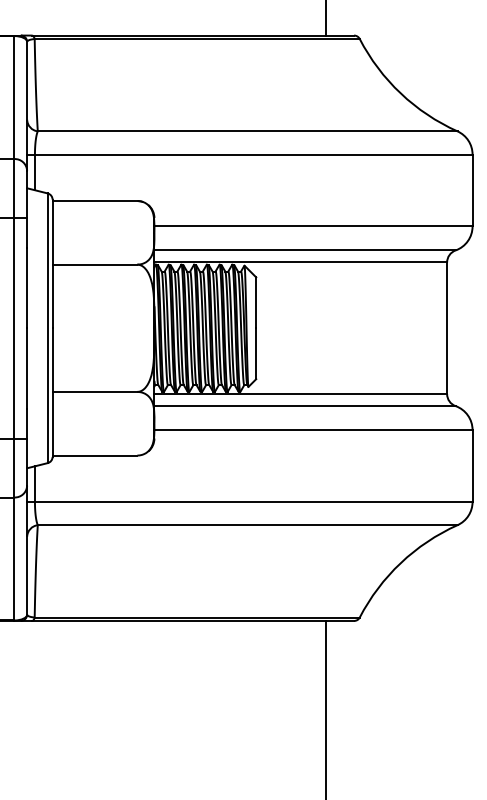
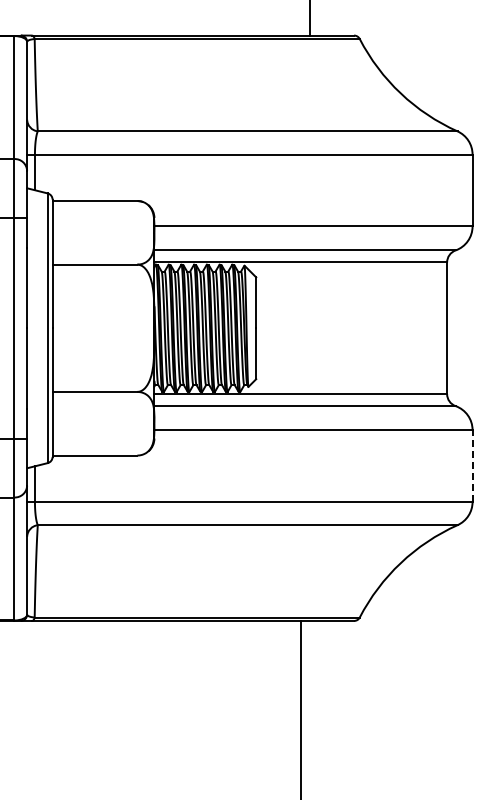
line at (326, 18) position: (326, 18) -> (310, 18)
line at (472, 466): solid -> dashed
line at (326, 708) position: (326, 708) -> (301, 708)
